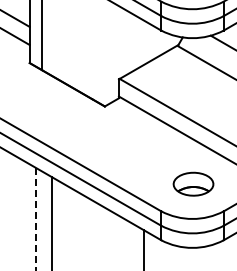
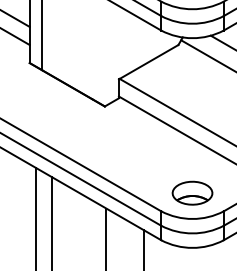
line at (205, 62) position: (205, 62) -> (207, 55)
part at (193, 183) position: (193, 183) -> (192, 192)
line at (35, 219): dashed -> solid
line at (106, 237): none -> present
